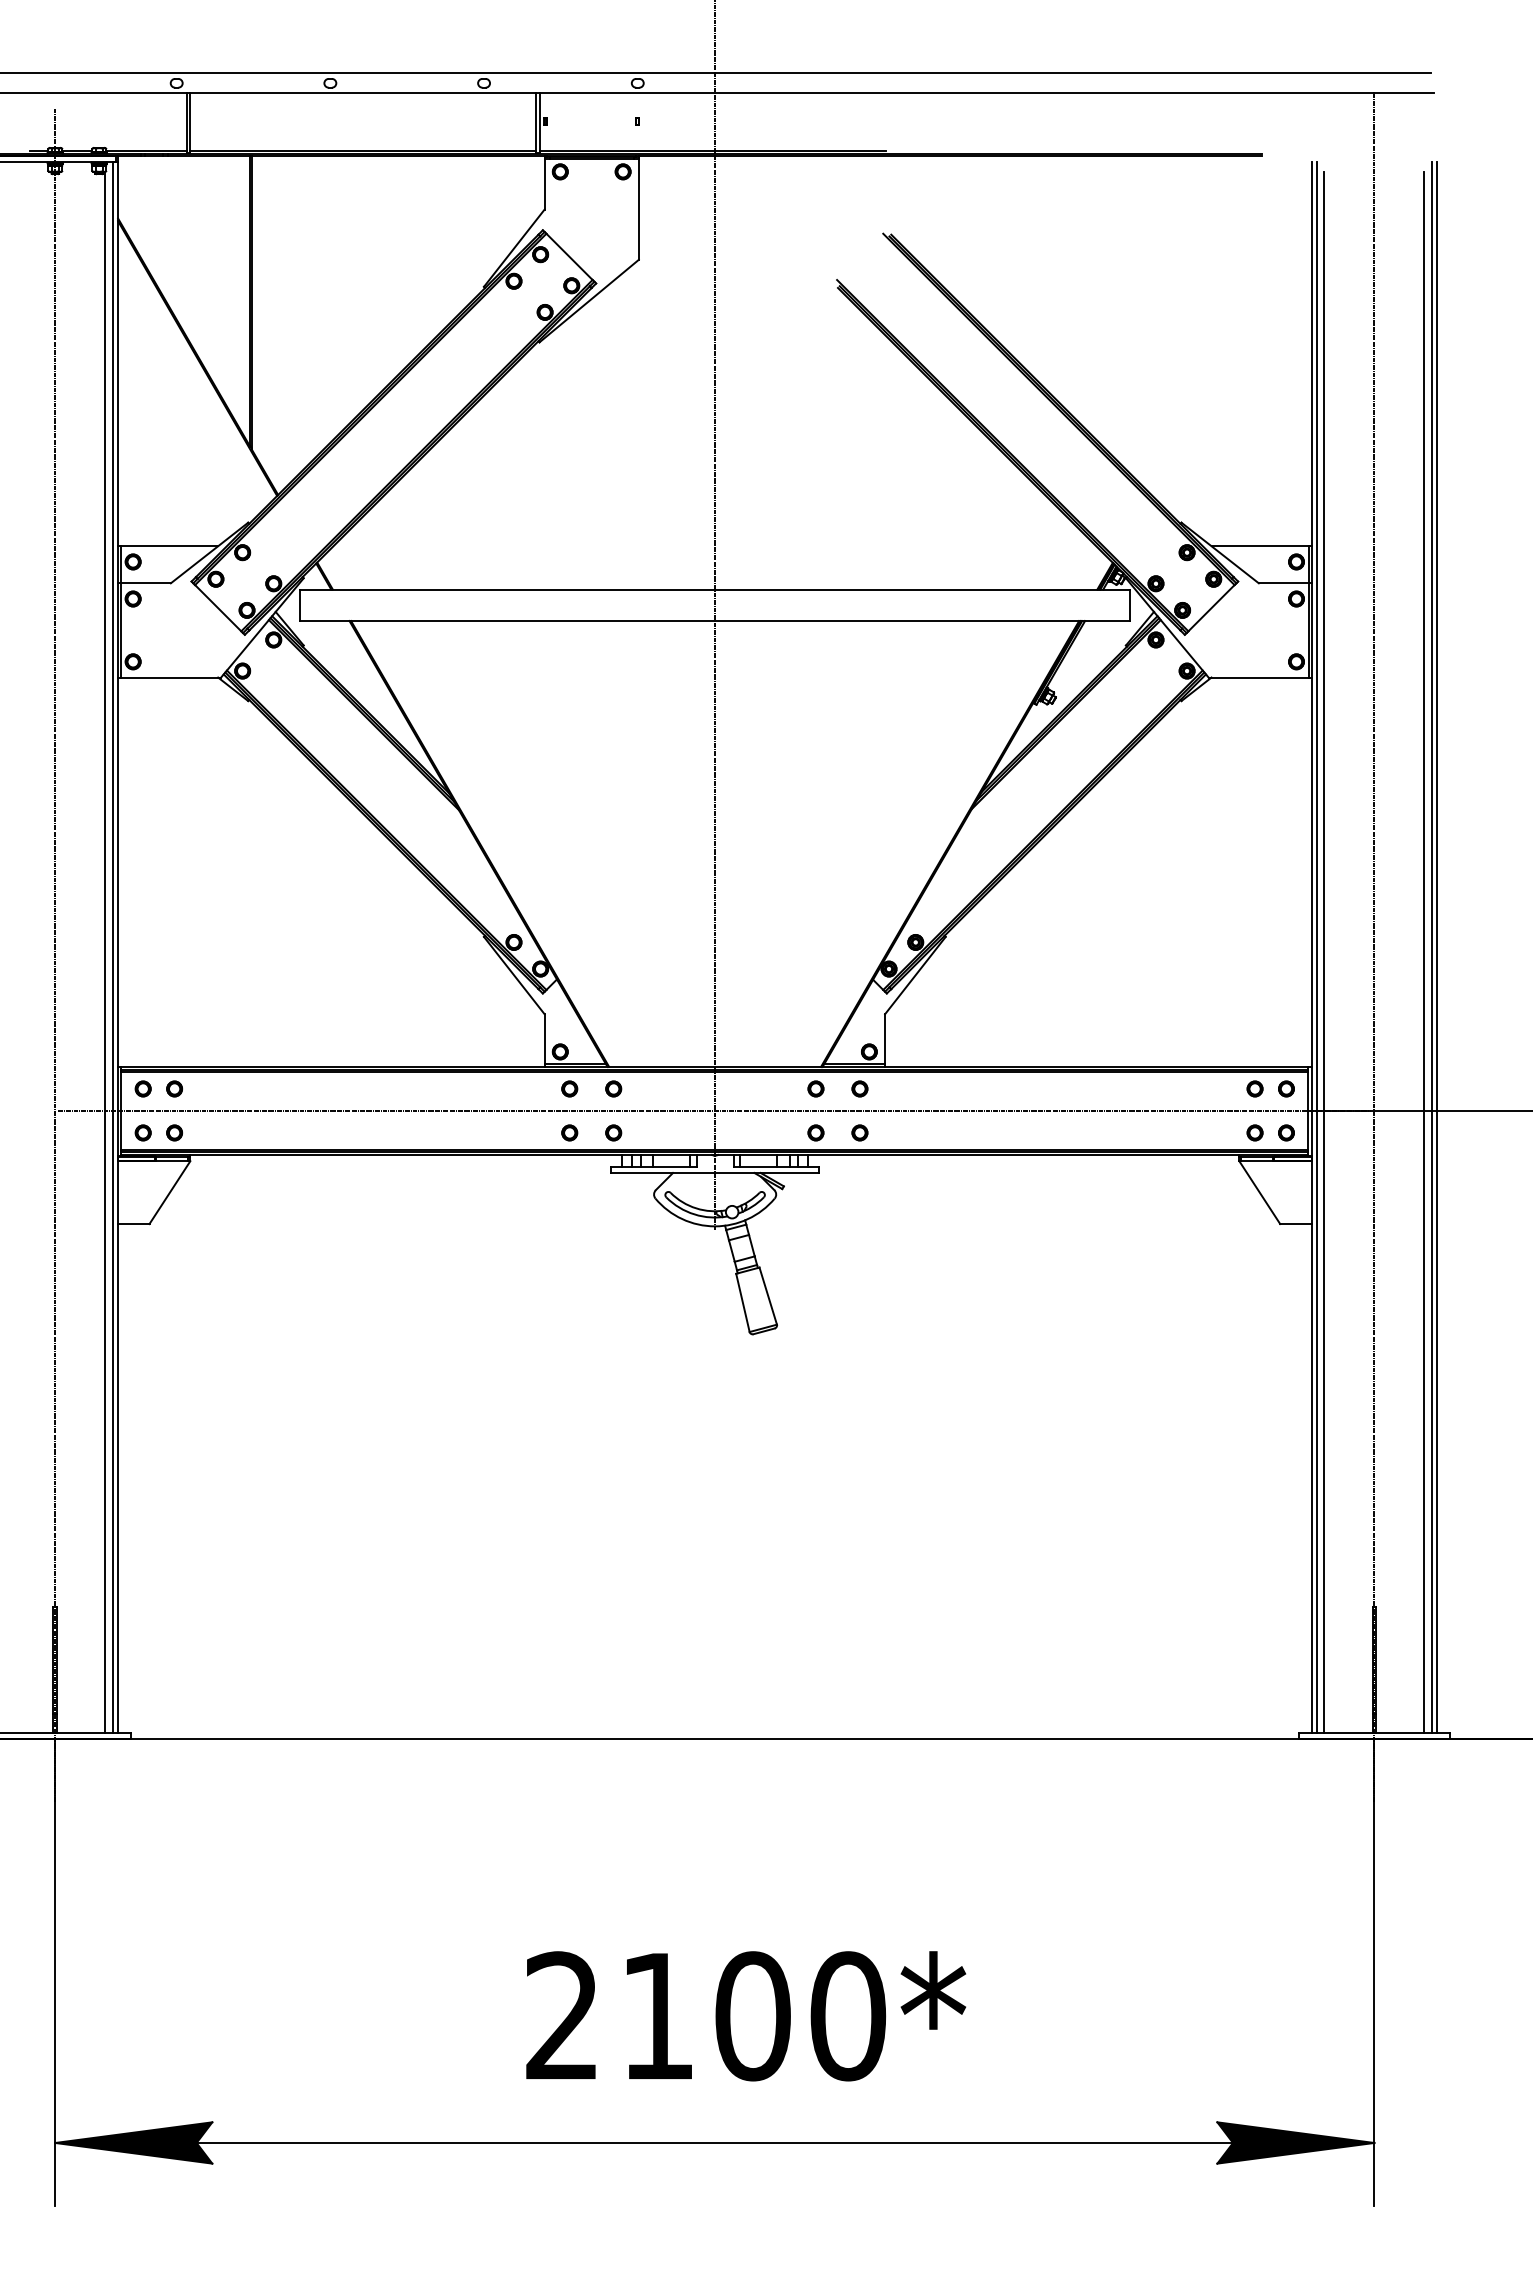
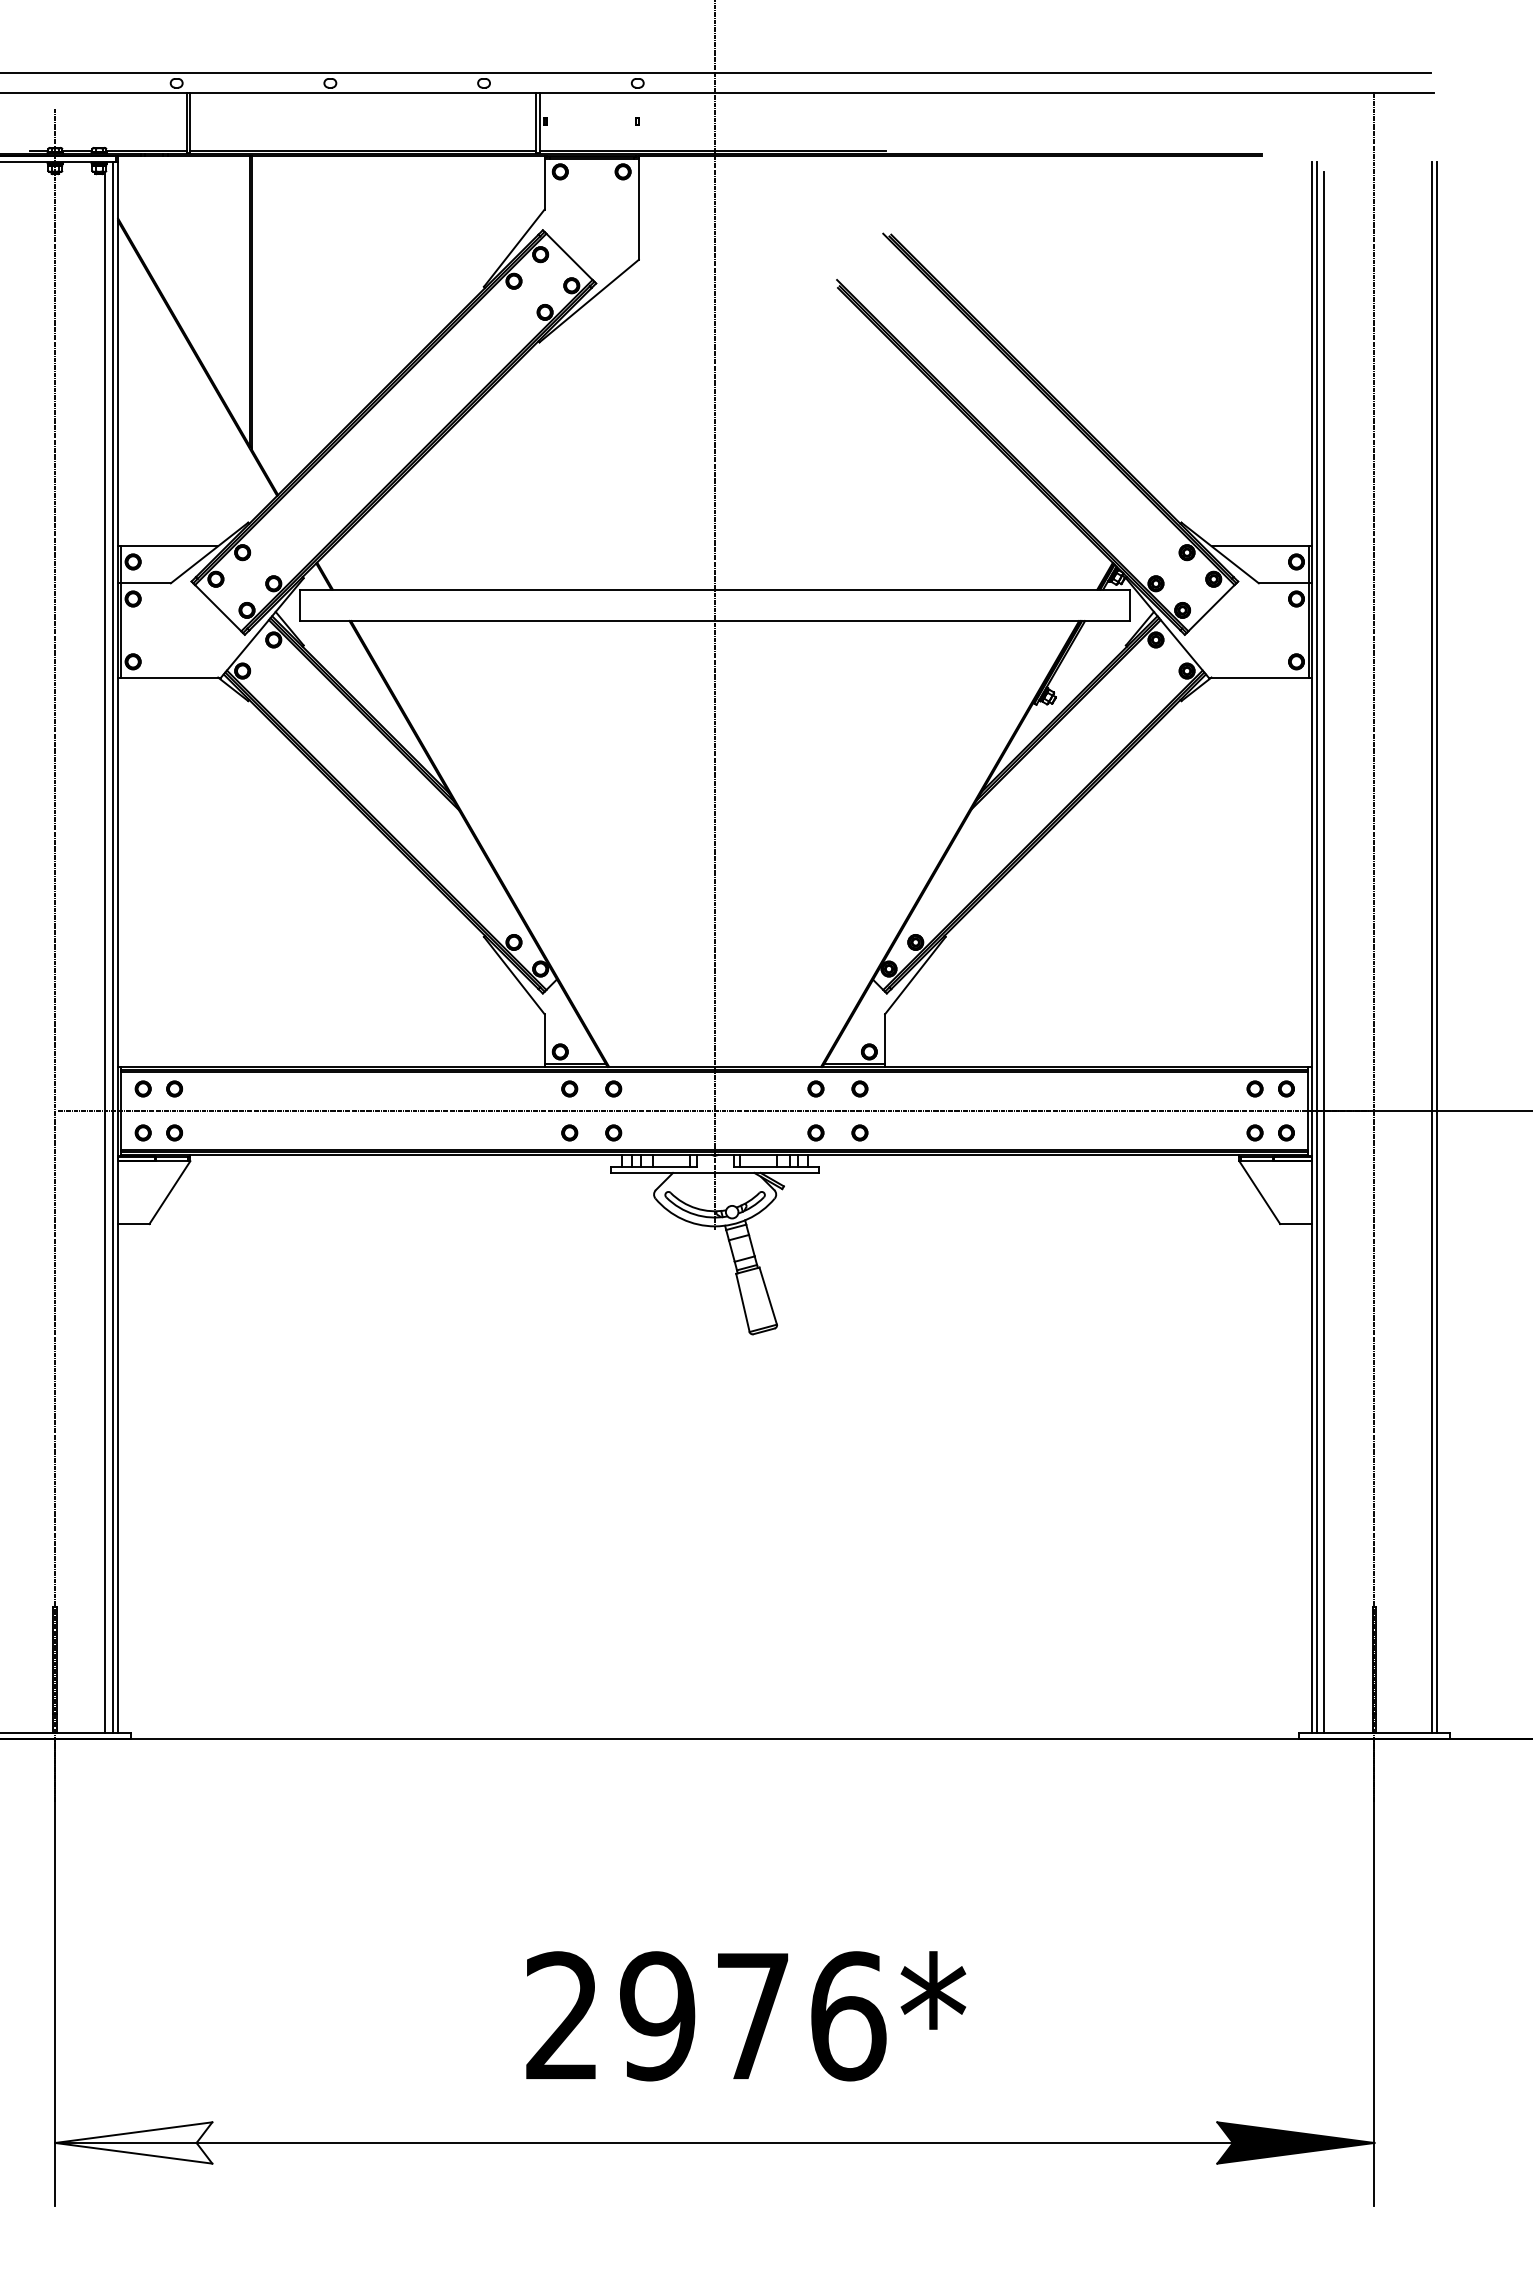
line at (1424, 951): present -> none
text at (753, 2016): 2100* -> 2976*
fill at (133, 2142): present -> none
